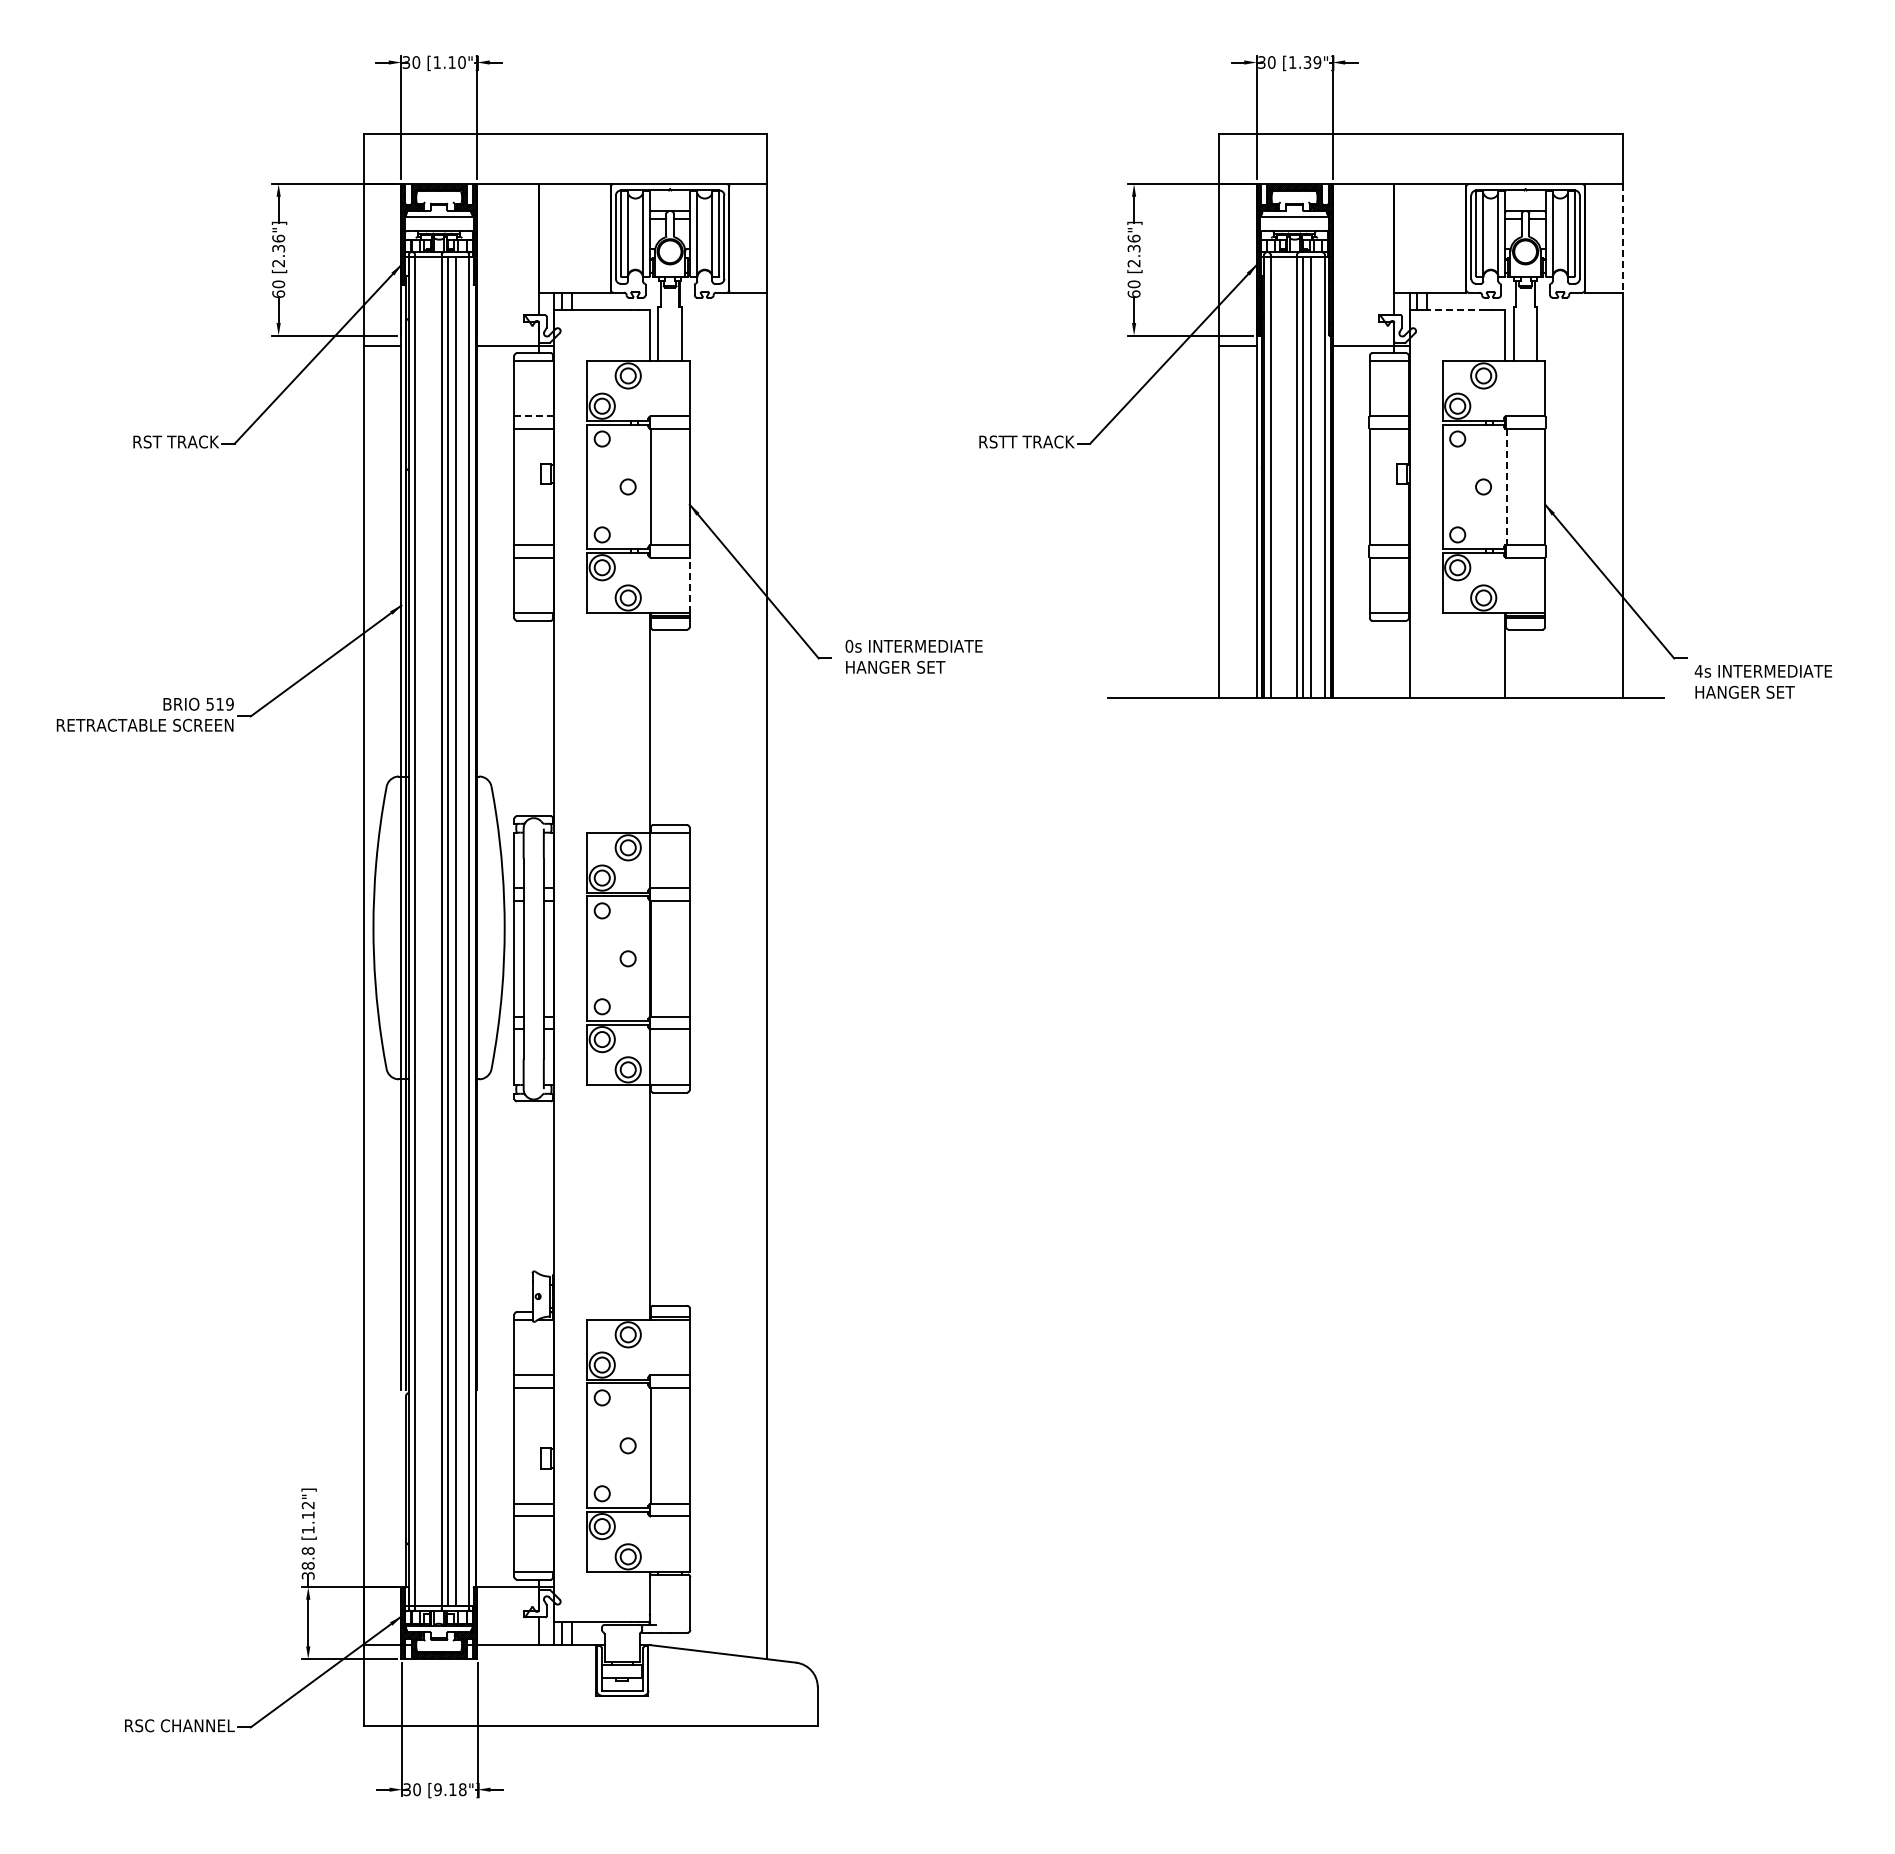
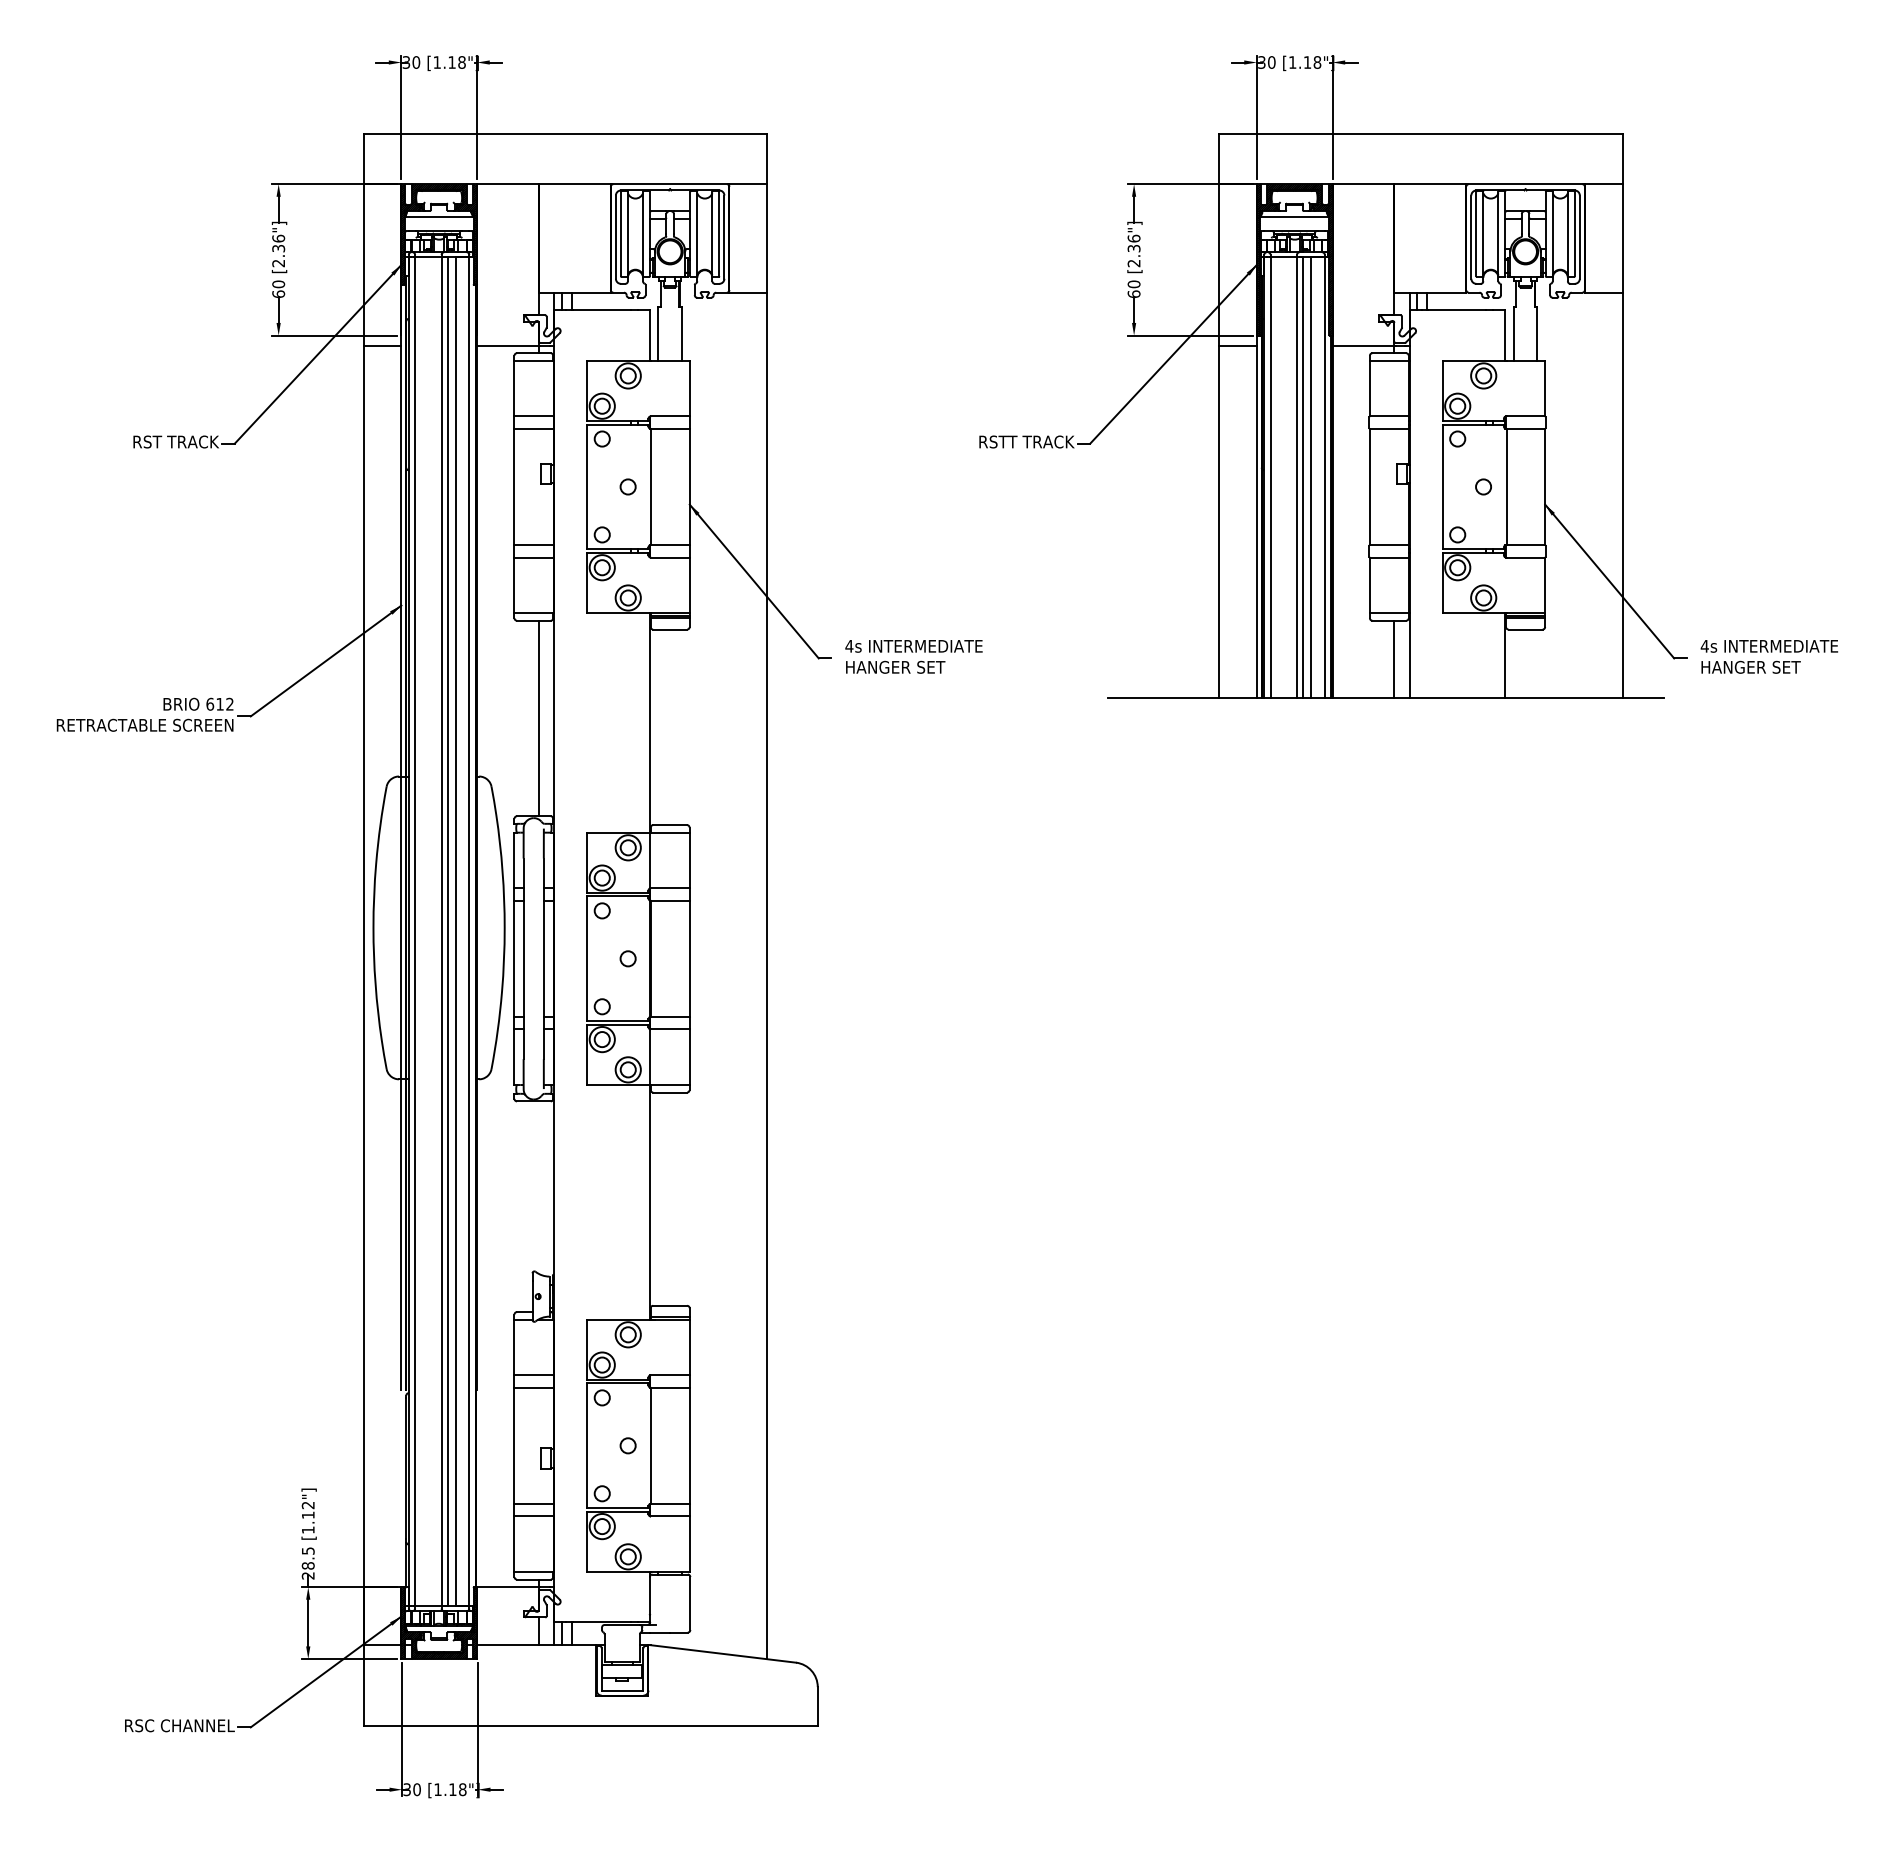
text at (461, 62): [1.10"] -> [1.18"]
text at (1312, 62): [1.39"] -> [1.18"]
line at (1622, 238): dashed -> solid
line at (1456, 310): dashed -> solid
line at (533, 416): dashed -> solid
line at (1506, 487): dashed -> solid
line at (689, 585): dashed -> solid
text at (849, 645): 0s -> 4s
line at (1394, 659): none -> present
text at (1763, 681) position: (1763, 681) -> (1769, 656)
text at (219, 703): 519 -> 612
line at (538, 718): none -> present
text at (307, 1563): 38.8 -> 28.5
text at (437, 1789): [9.18"] -> [1.18"]
